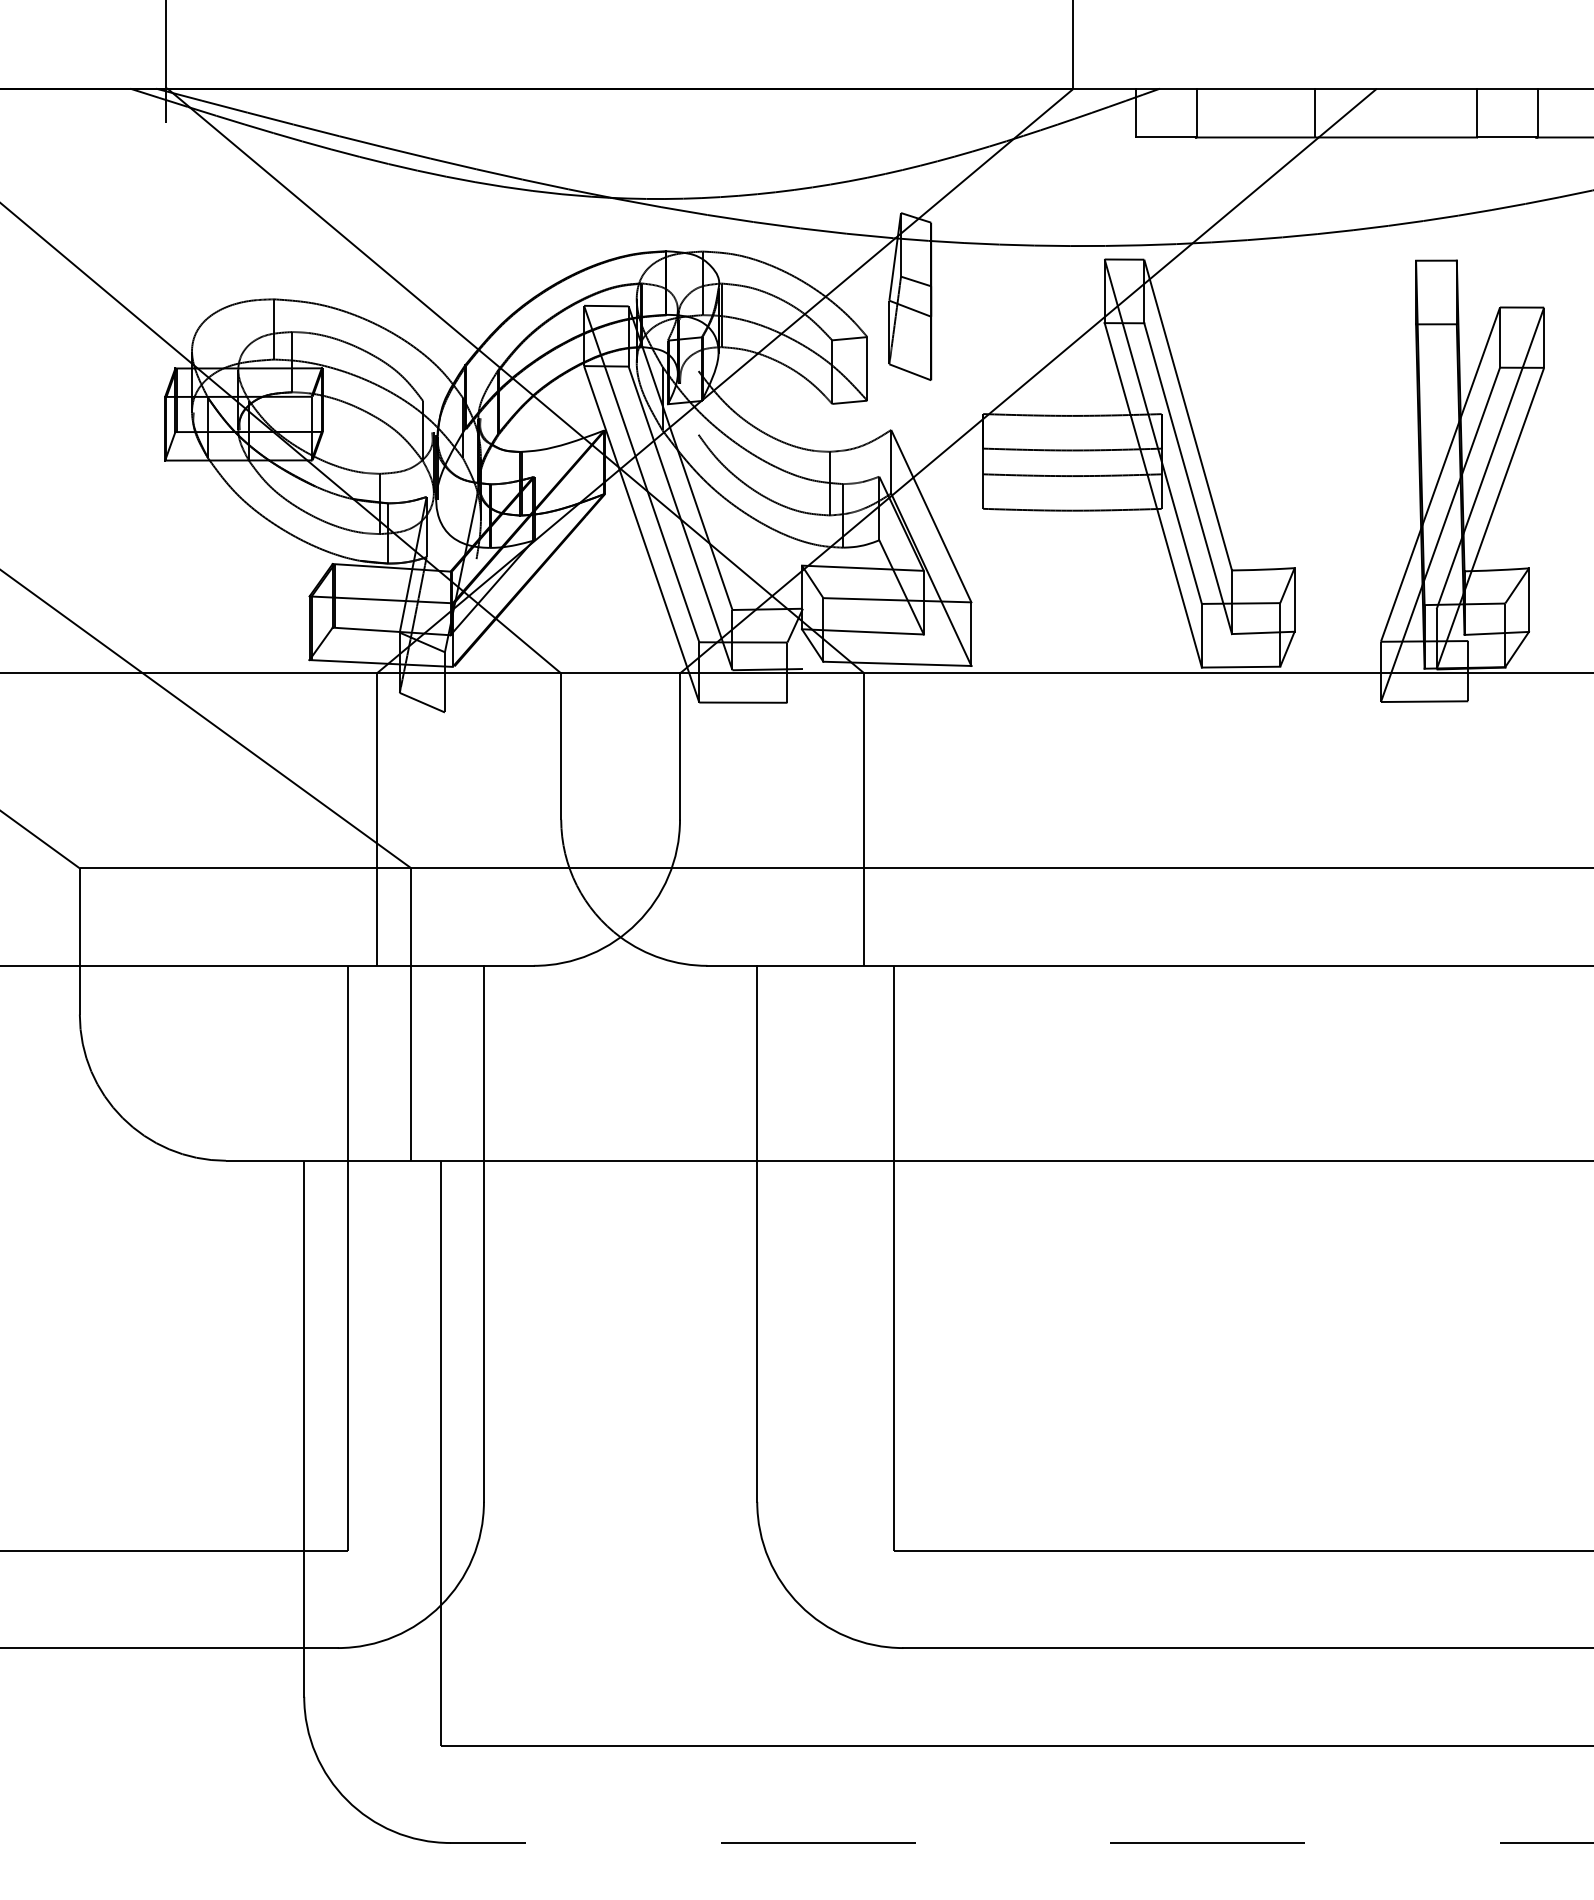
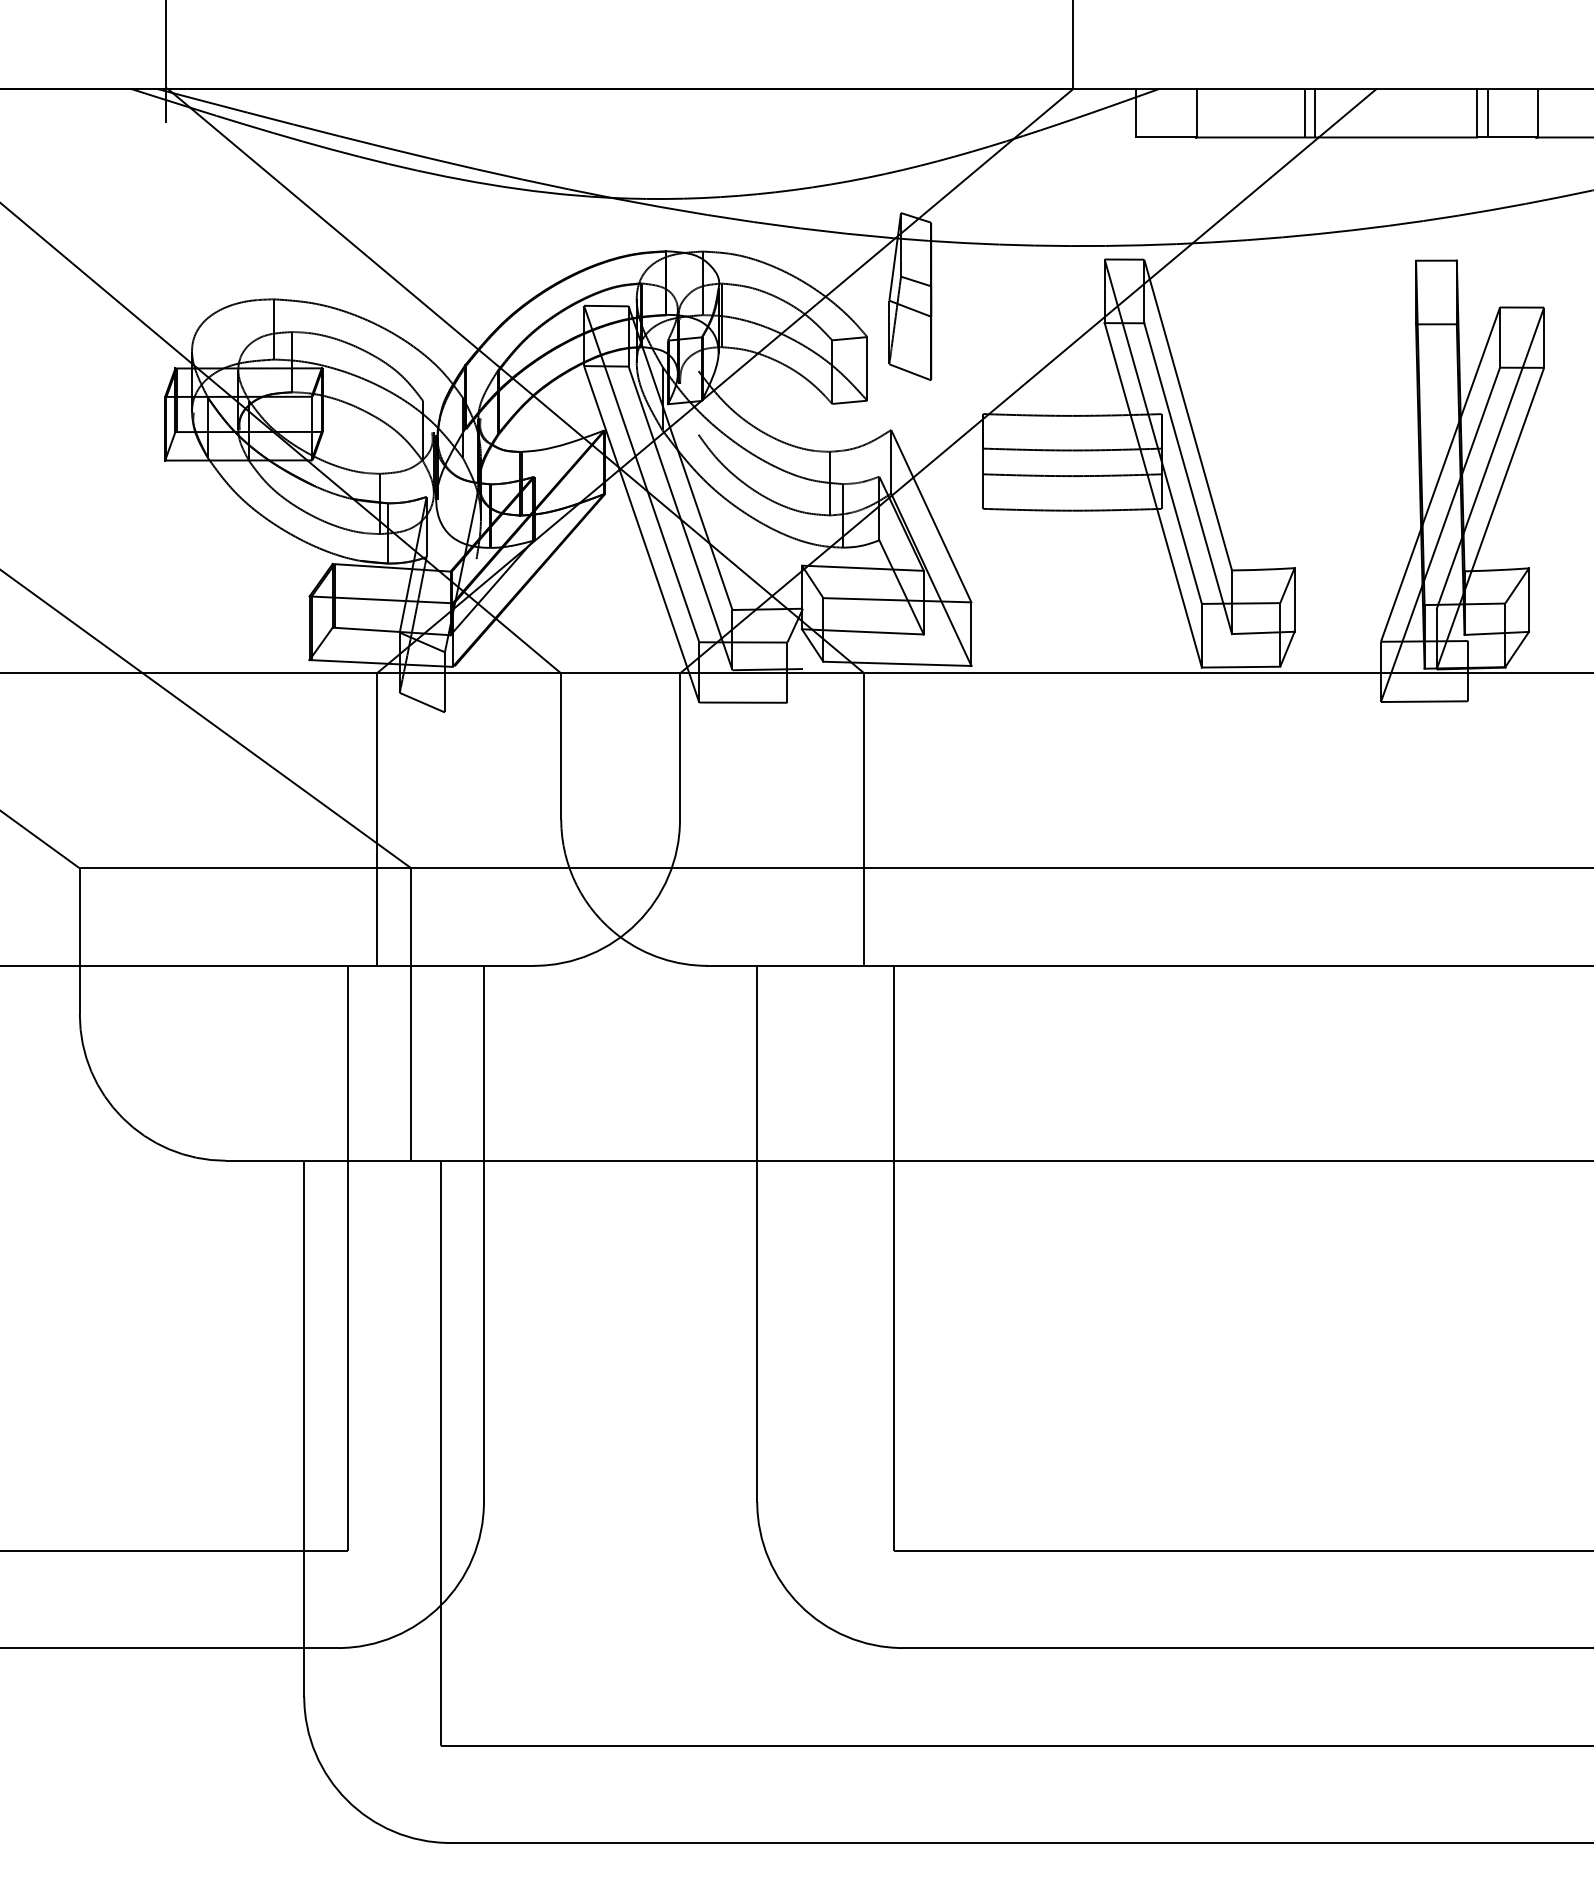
line at (1304, 112): none -> present
line at (1487, 112): none -> present
line at (1021, 1842): dashed -> solid
